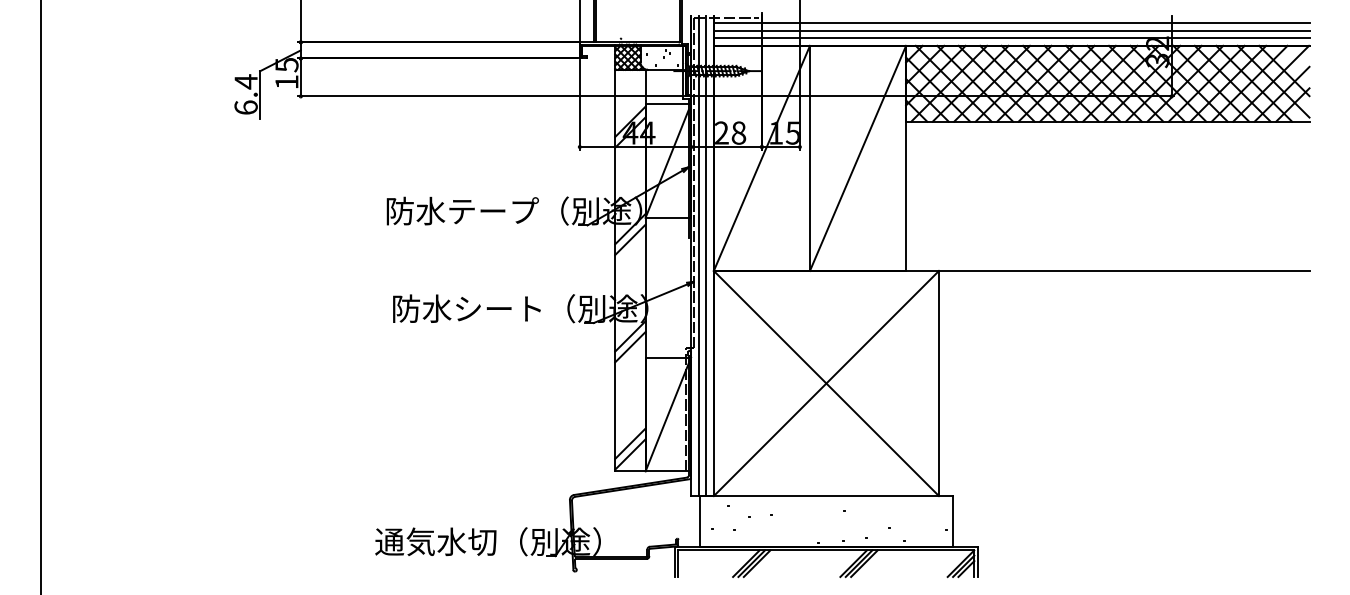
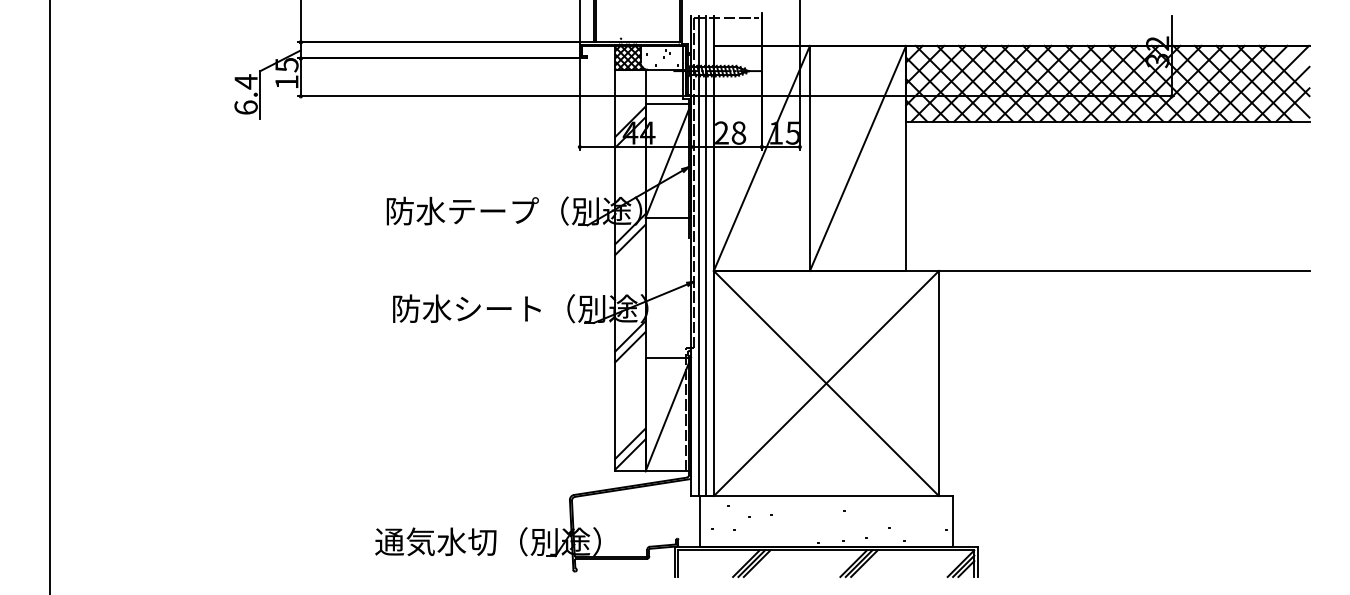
line at (1011, 23): present -> none
line at (1011, 30): present -> none
line at (1011, 38): present -> none
line at (40, 296) position: (40, 296) -> (49, 296)
